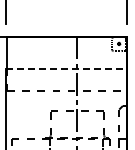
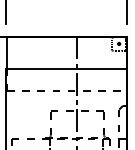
line at (66, 69): dashed -> solid
